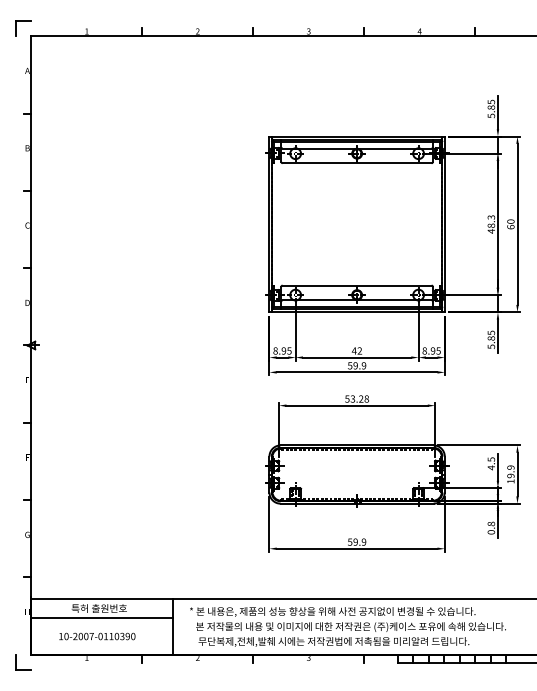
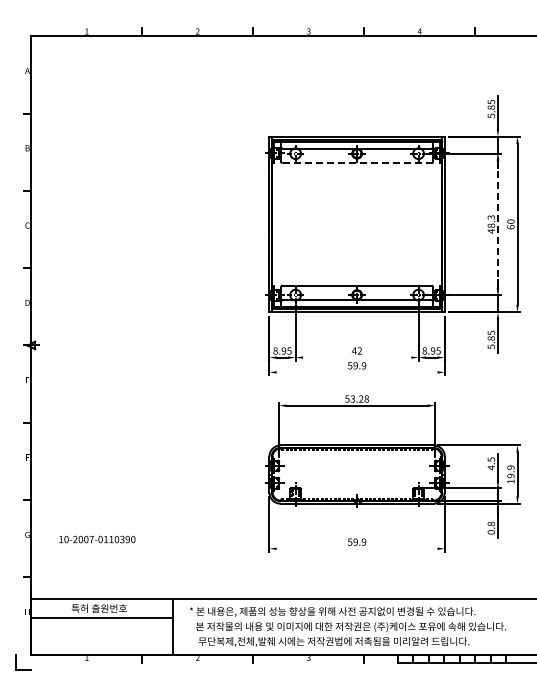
part at (23, 21): present -> none
line at (357, 163): solid -> dashed
line at (497, 223): solid -> dashed
line at (356, 357): present -> none
line at (356, 372): present -> none
line at (356, 548): present -> none
text at (97, 636) position: (97, 636) -> (97, 539)
